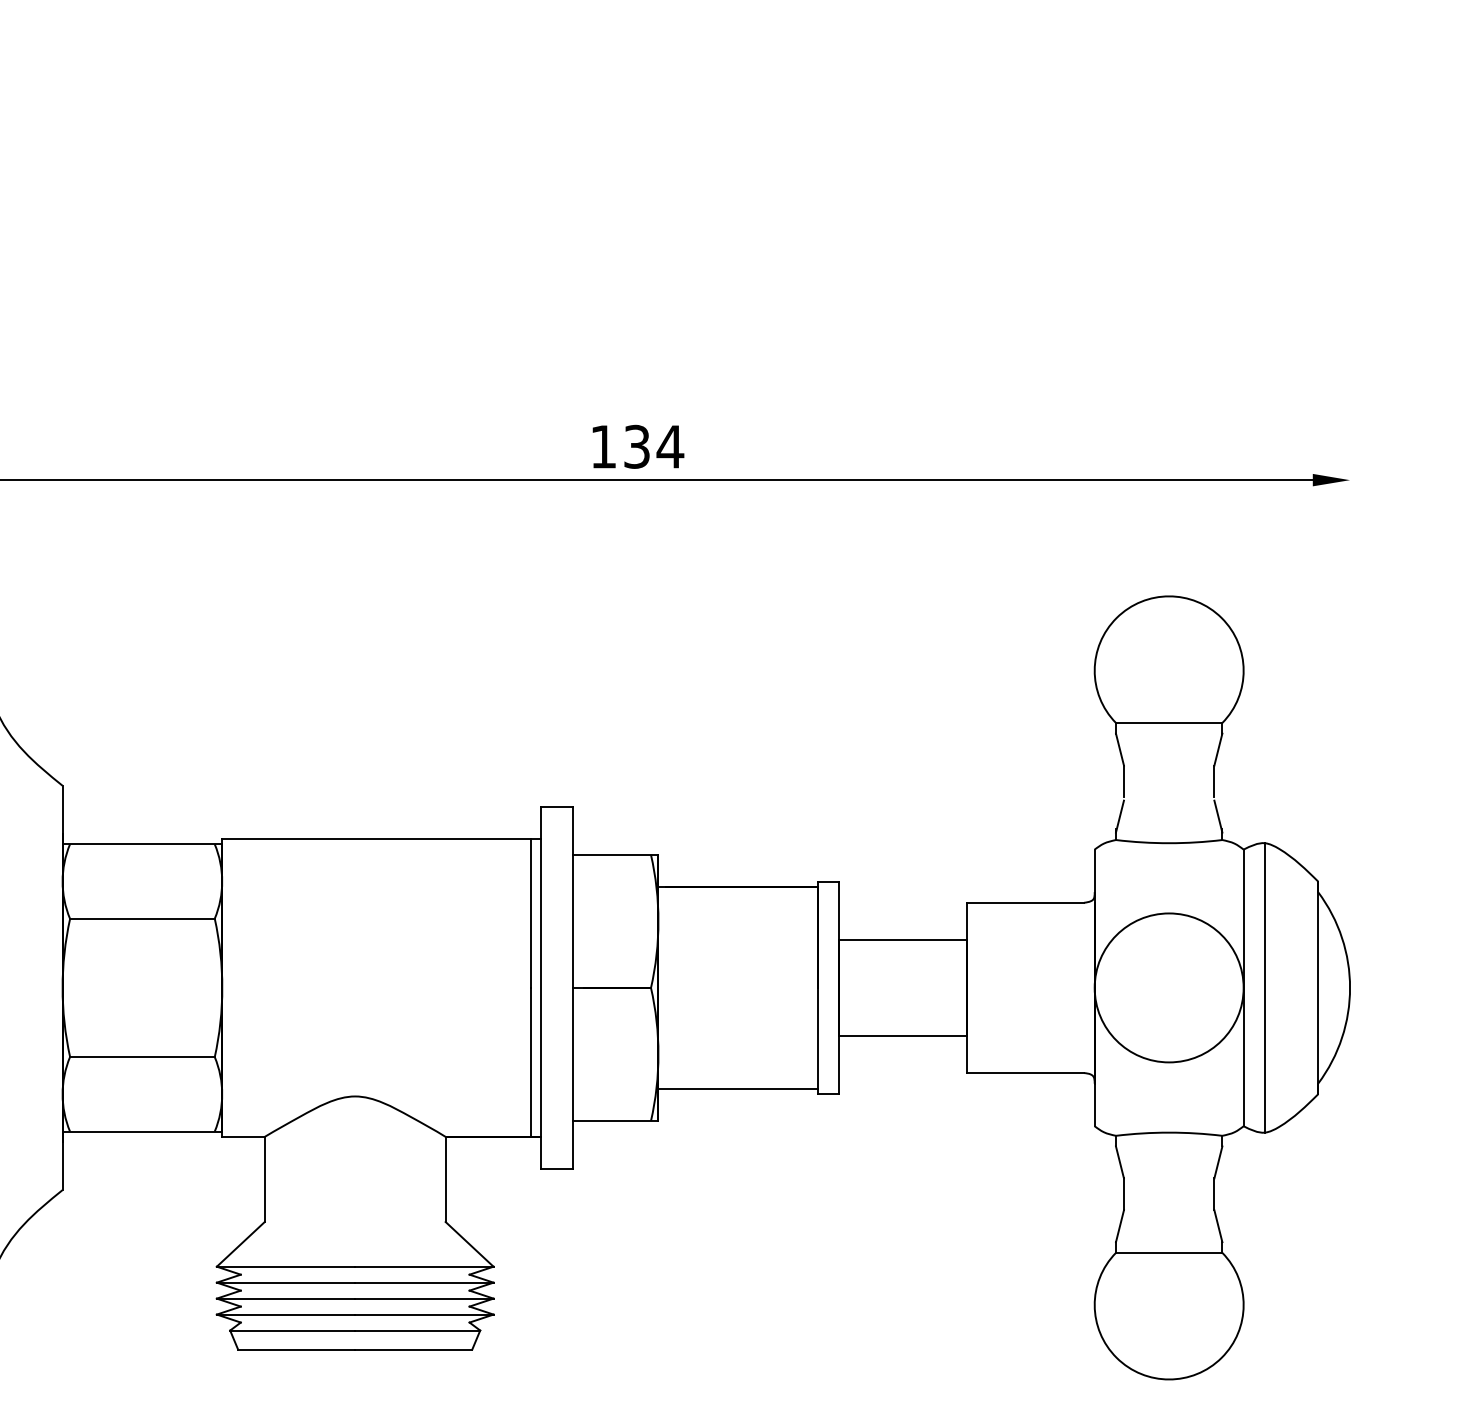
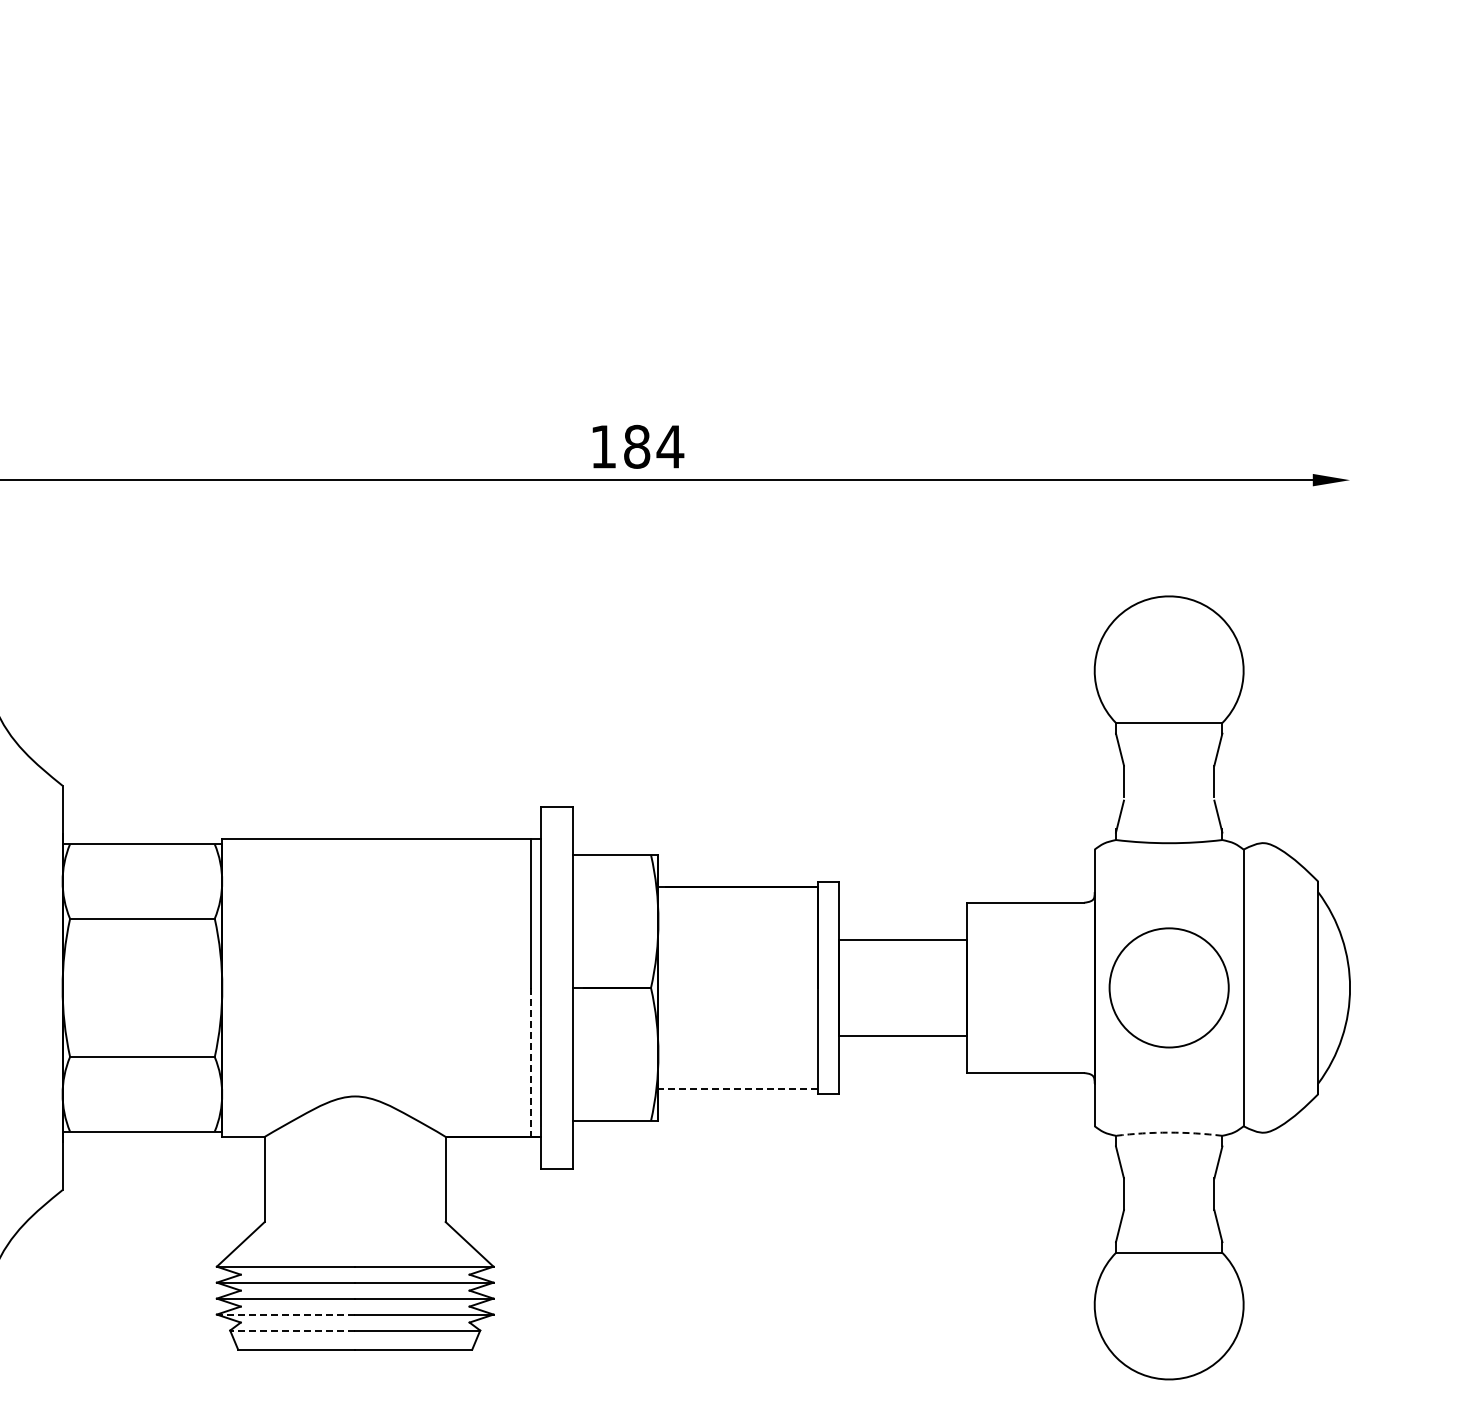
text at (637, 446): 134 -> 184
circle at (1168, 987) diameter: 149 px -> 119 px
line at (1264, 987): present -> none
line at (530, 1062): solid -> dashed
line at (738, 1089): solid -> dashed
arc at (1169, 1132): solid -> dashed
line at (285, 1314): solid -> dashed
line at (292, 1330): solid -> dashed
